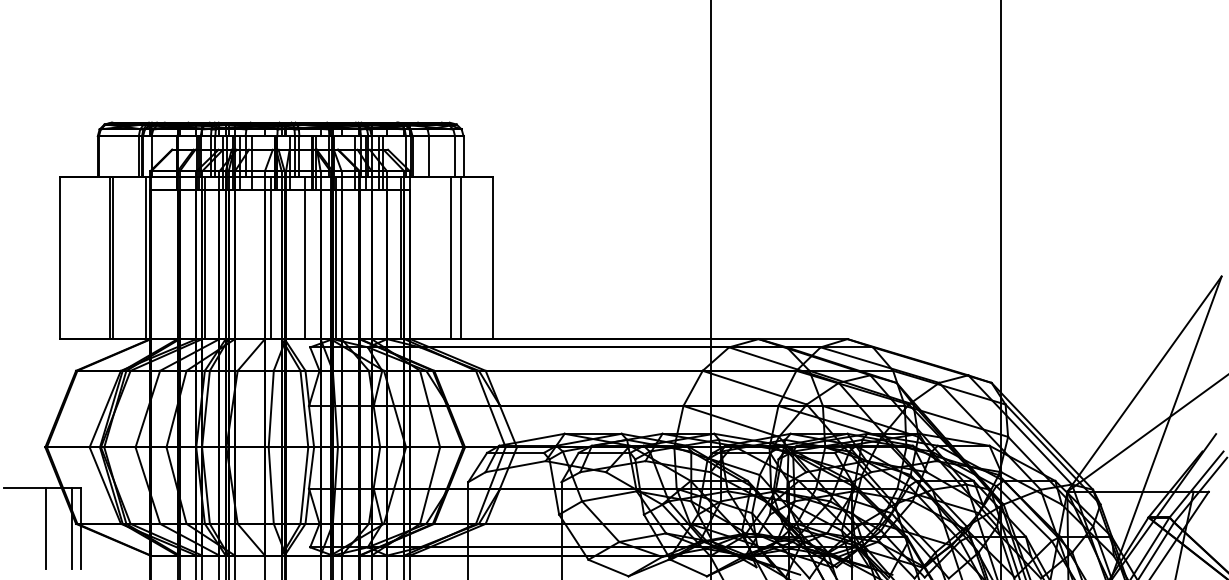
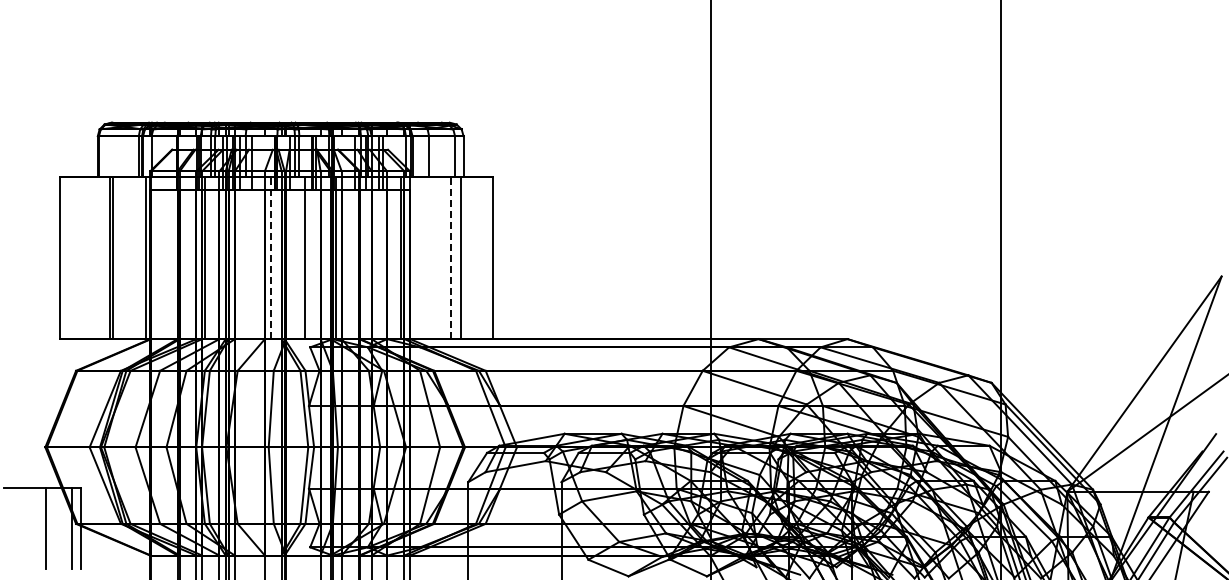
line at (270, 257): solid -> dashed
line at (450, 257): solid -> dashed
